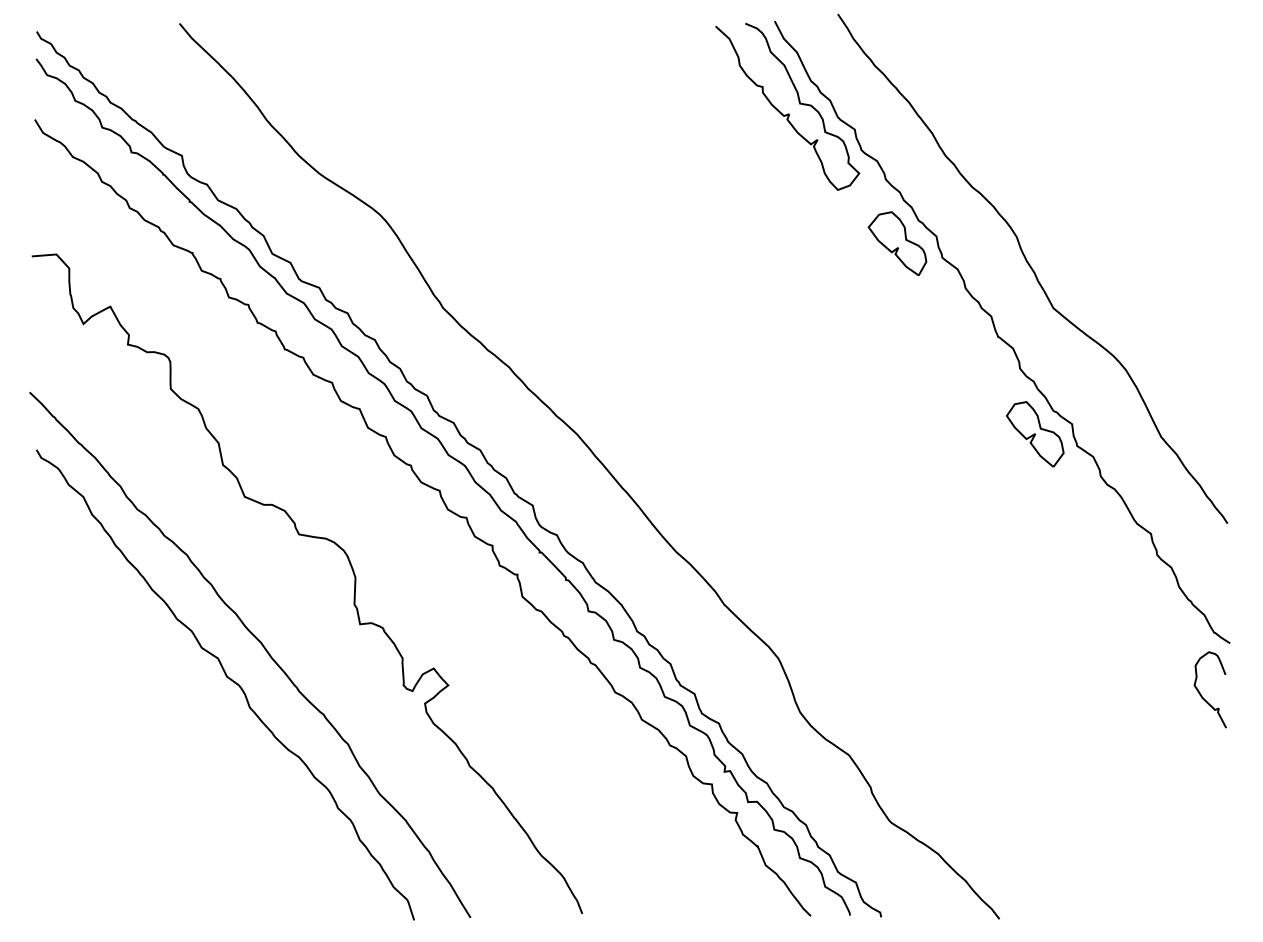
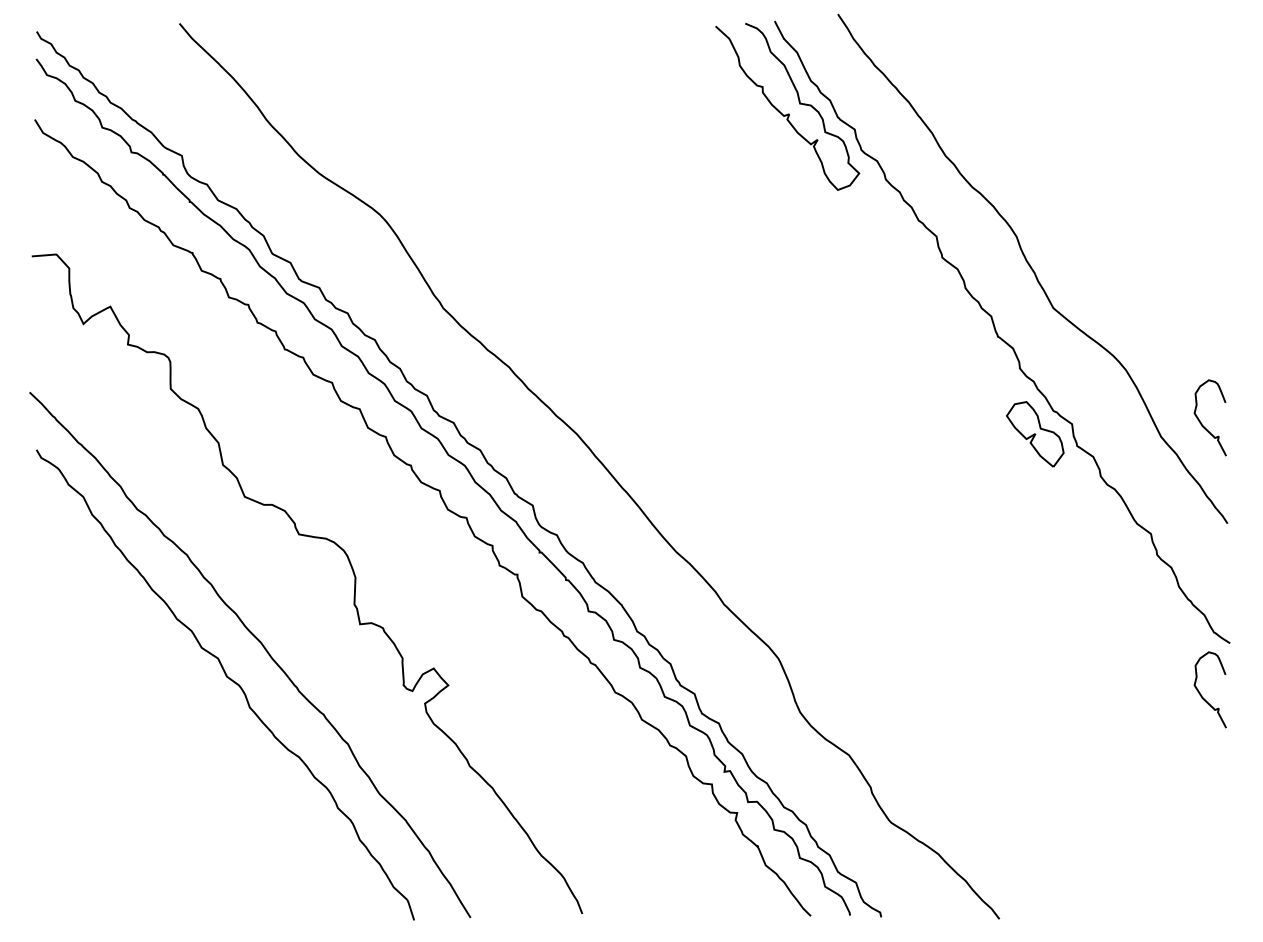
part at (897, 243): present -> none
curve at (1202, 423): none -> present
